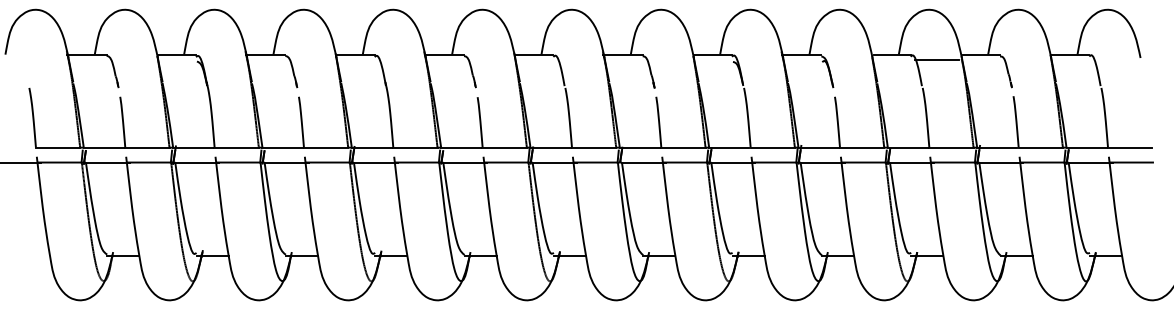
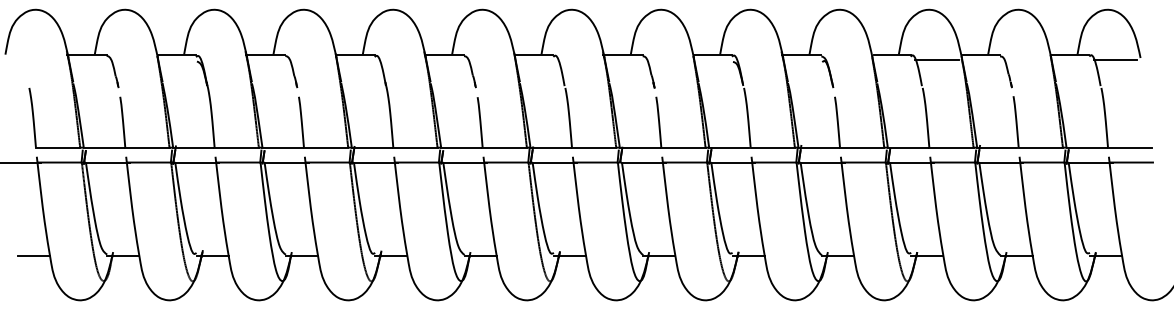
line at (1115, 60): none -> present
line at (33, 255): none -> present
